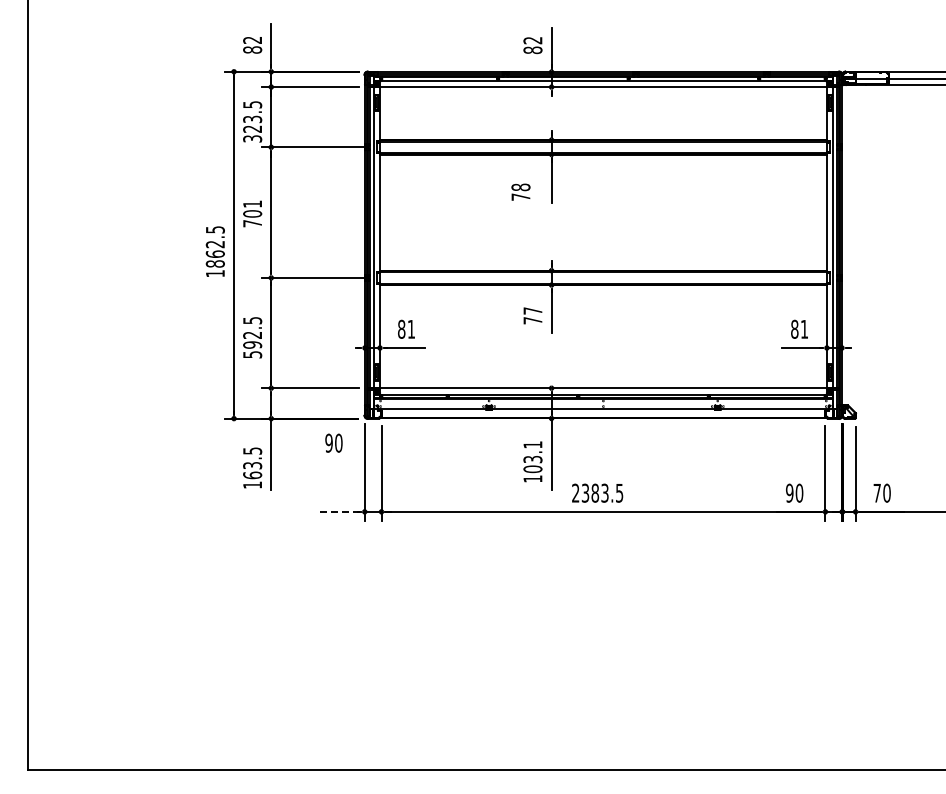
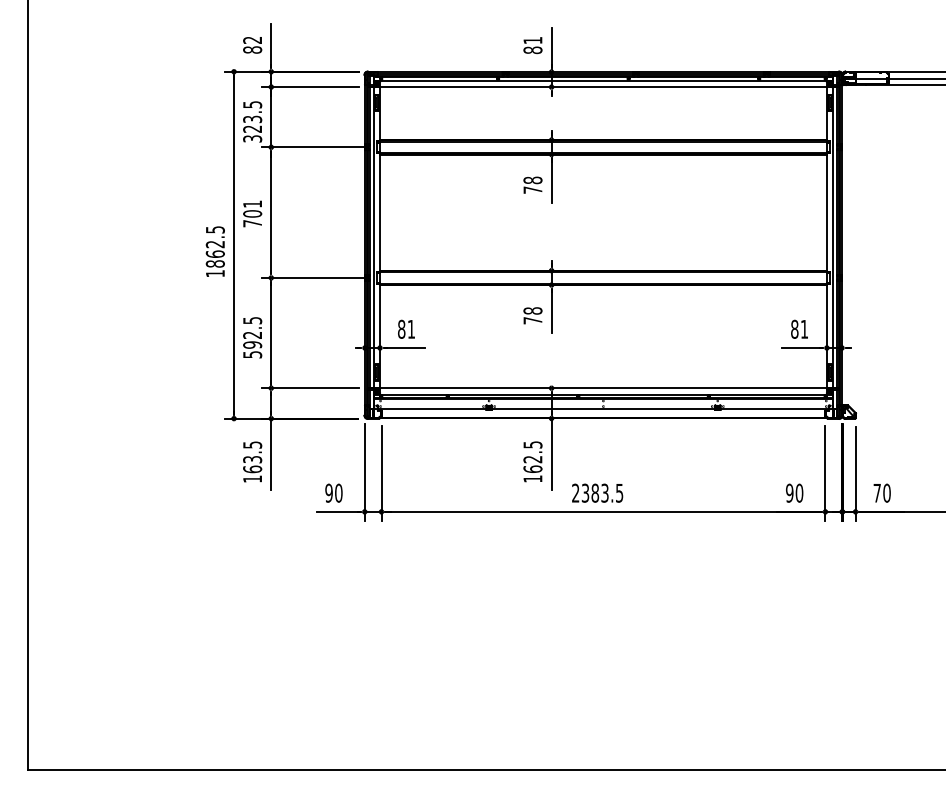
text at (532, 40): 82 -> 81
text at (520, 191) position: (520, 191) -> (532, 184)
text at (532, 310): 77 -> 78
text at (333, 442) position: (333, 442) -> (333, 492)
text at (532, 456): 103.1 -> 162.5
text at (252, 467) position: (252, 467) -> (252, 461)
line at (338, 511): dashed -> solid
